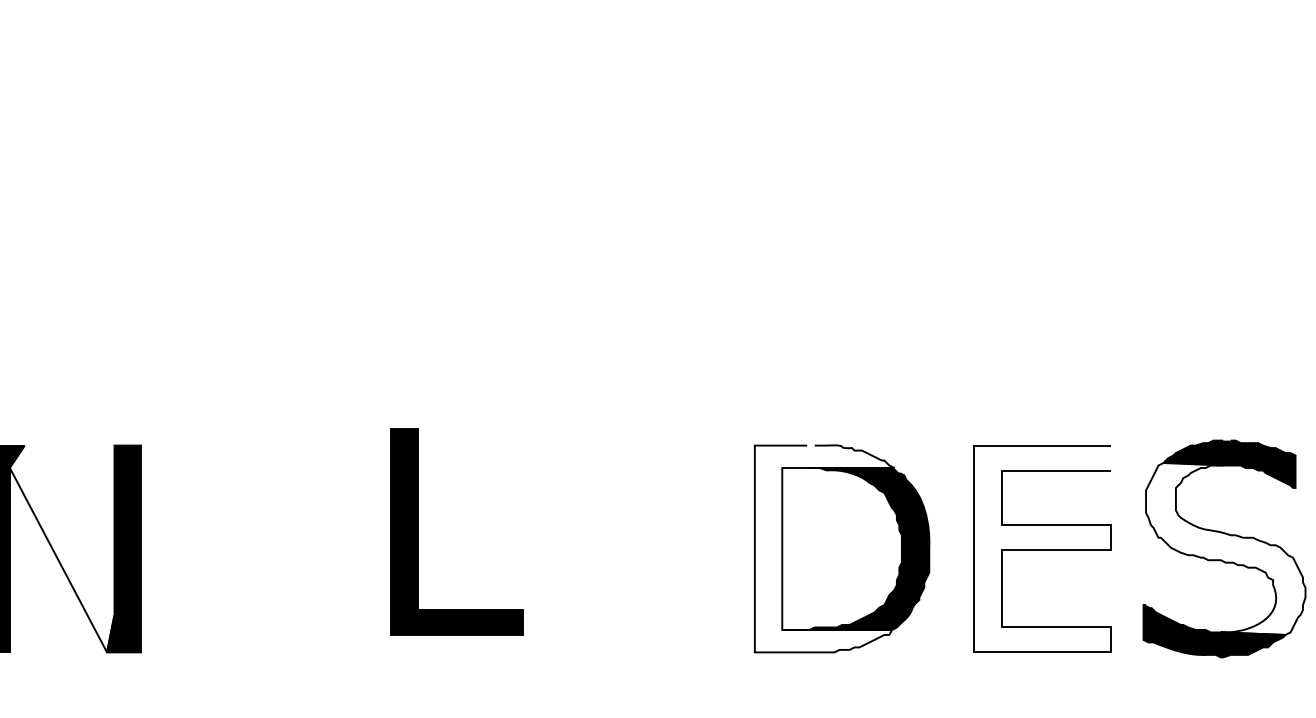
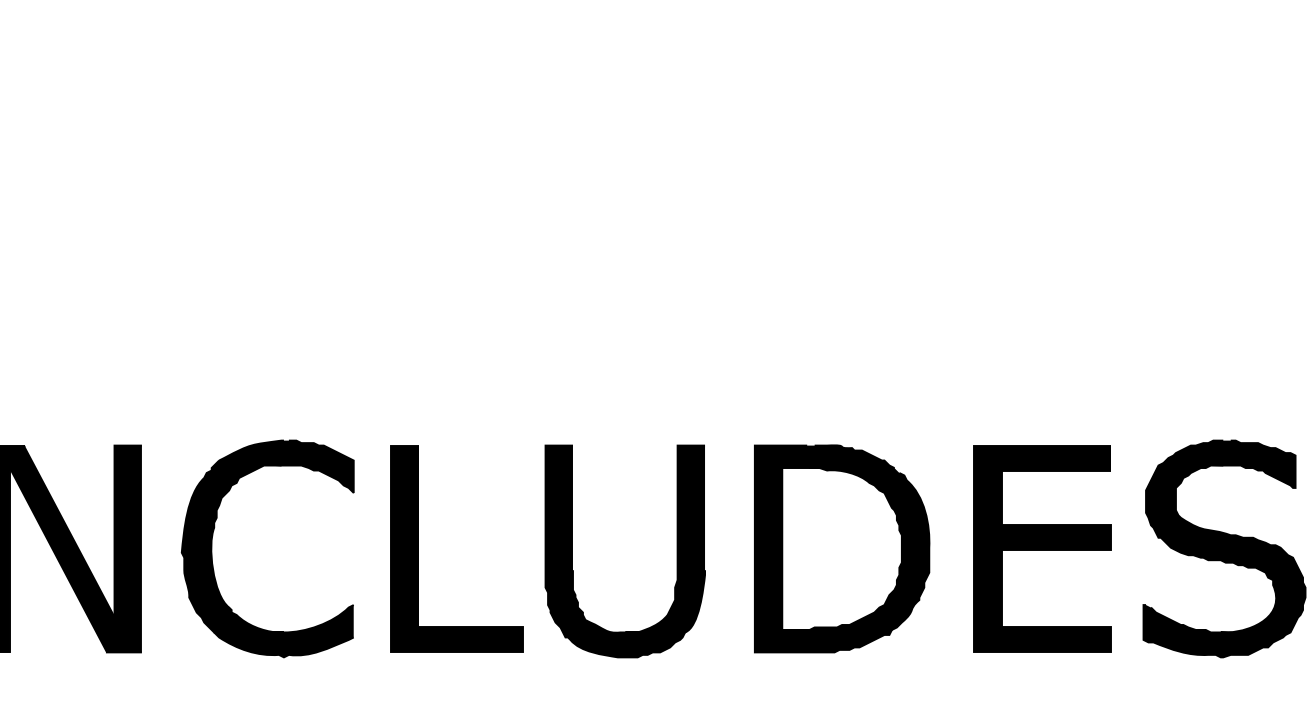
part at (418, 531) position: (418, 531) -> (418, 548)
fill at (61, 548): none -> present
part at (212, 548): none -> present
fill at (824, 548): none -> present
fill at (1042, 548): none -> present
fill at (1225, 548): none -> present
part at (572, 551): none -> present
